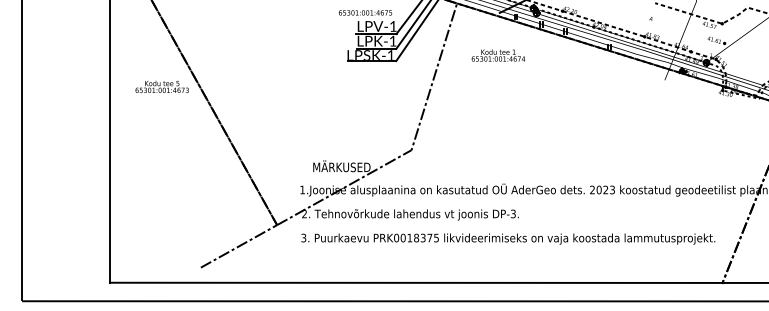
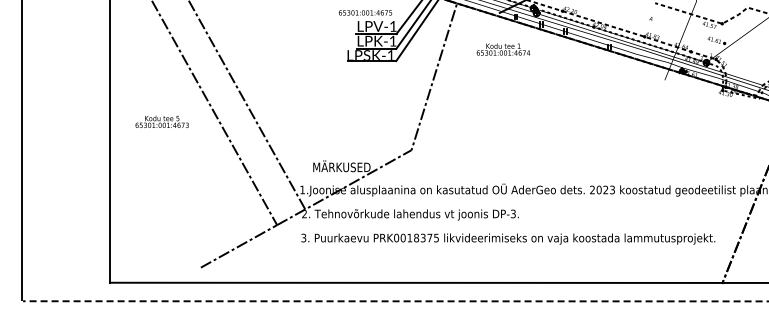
text at (497, 55) position: (497, 55) -> (502, 49)
text at (161, 86) position: (161, 86) -> (161, 121)
line at (214, 113) position: (214, 113) -> (247, 105)
line at (395, 301): solid -> dashed
